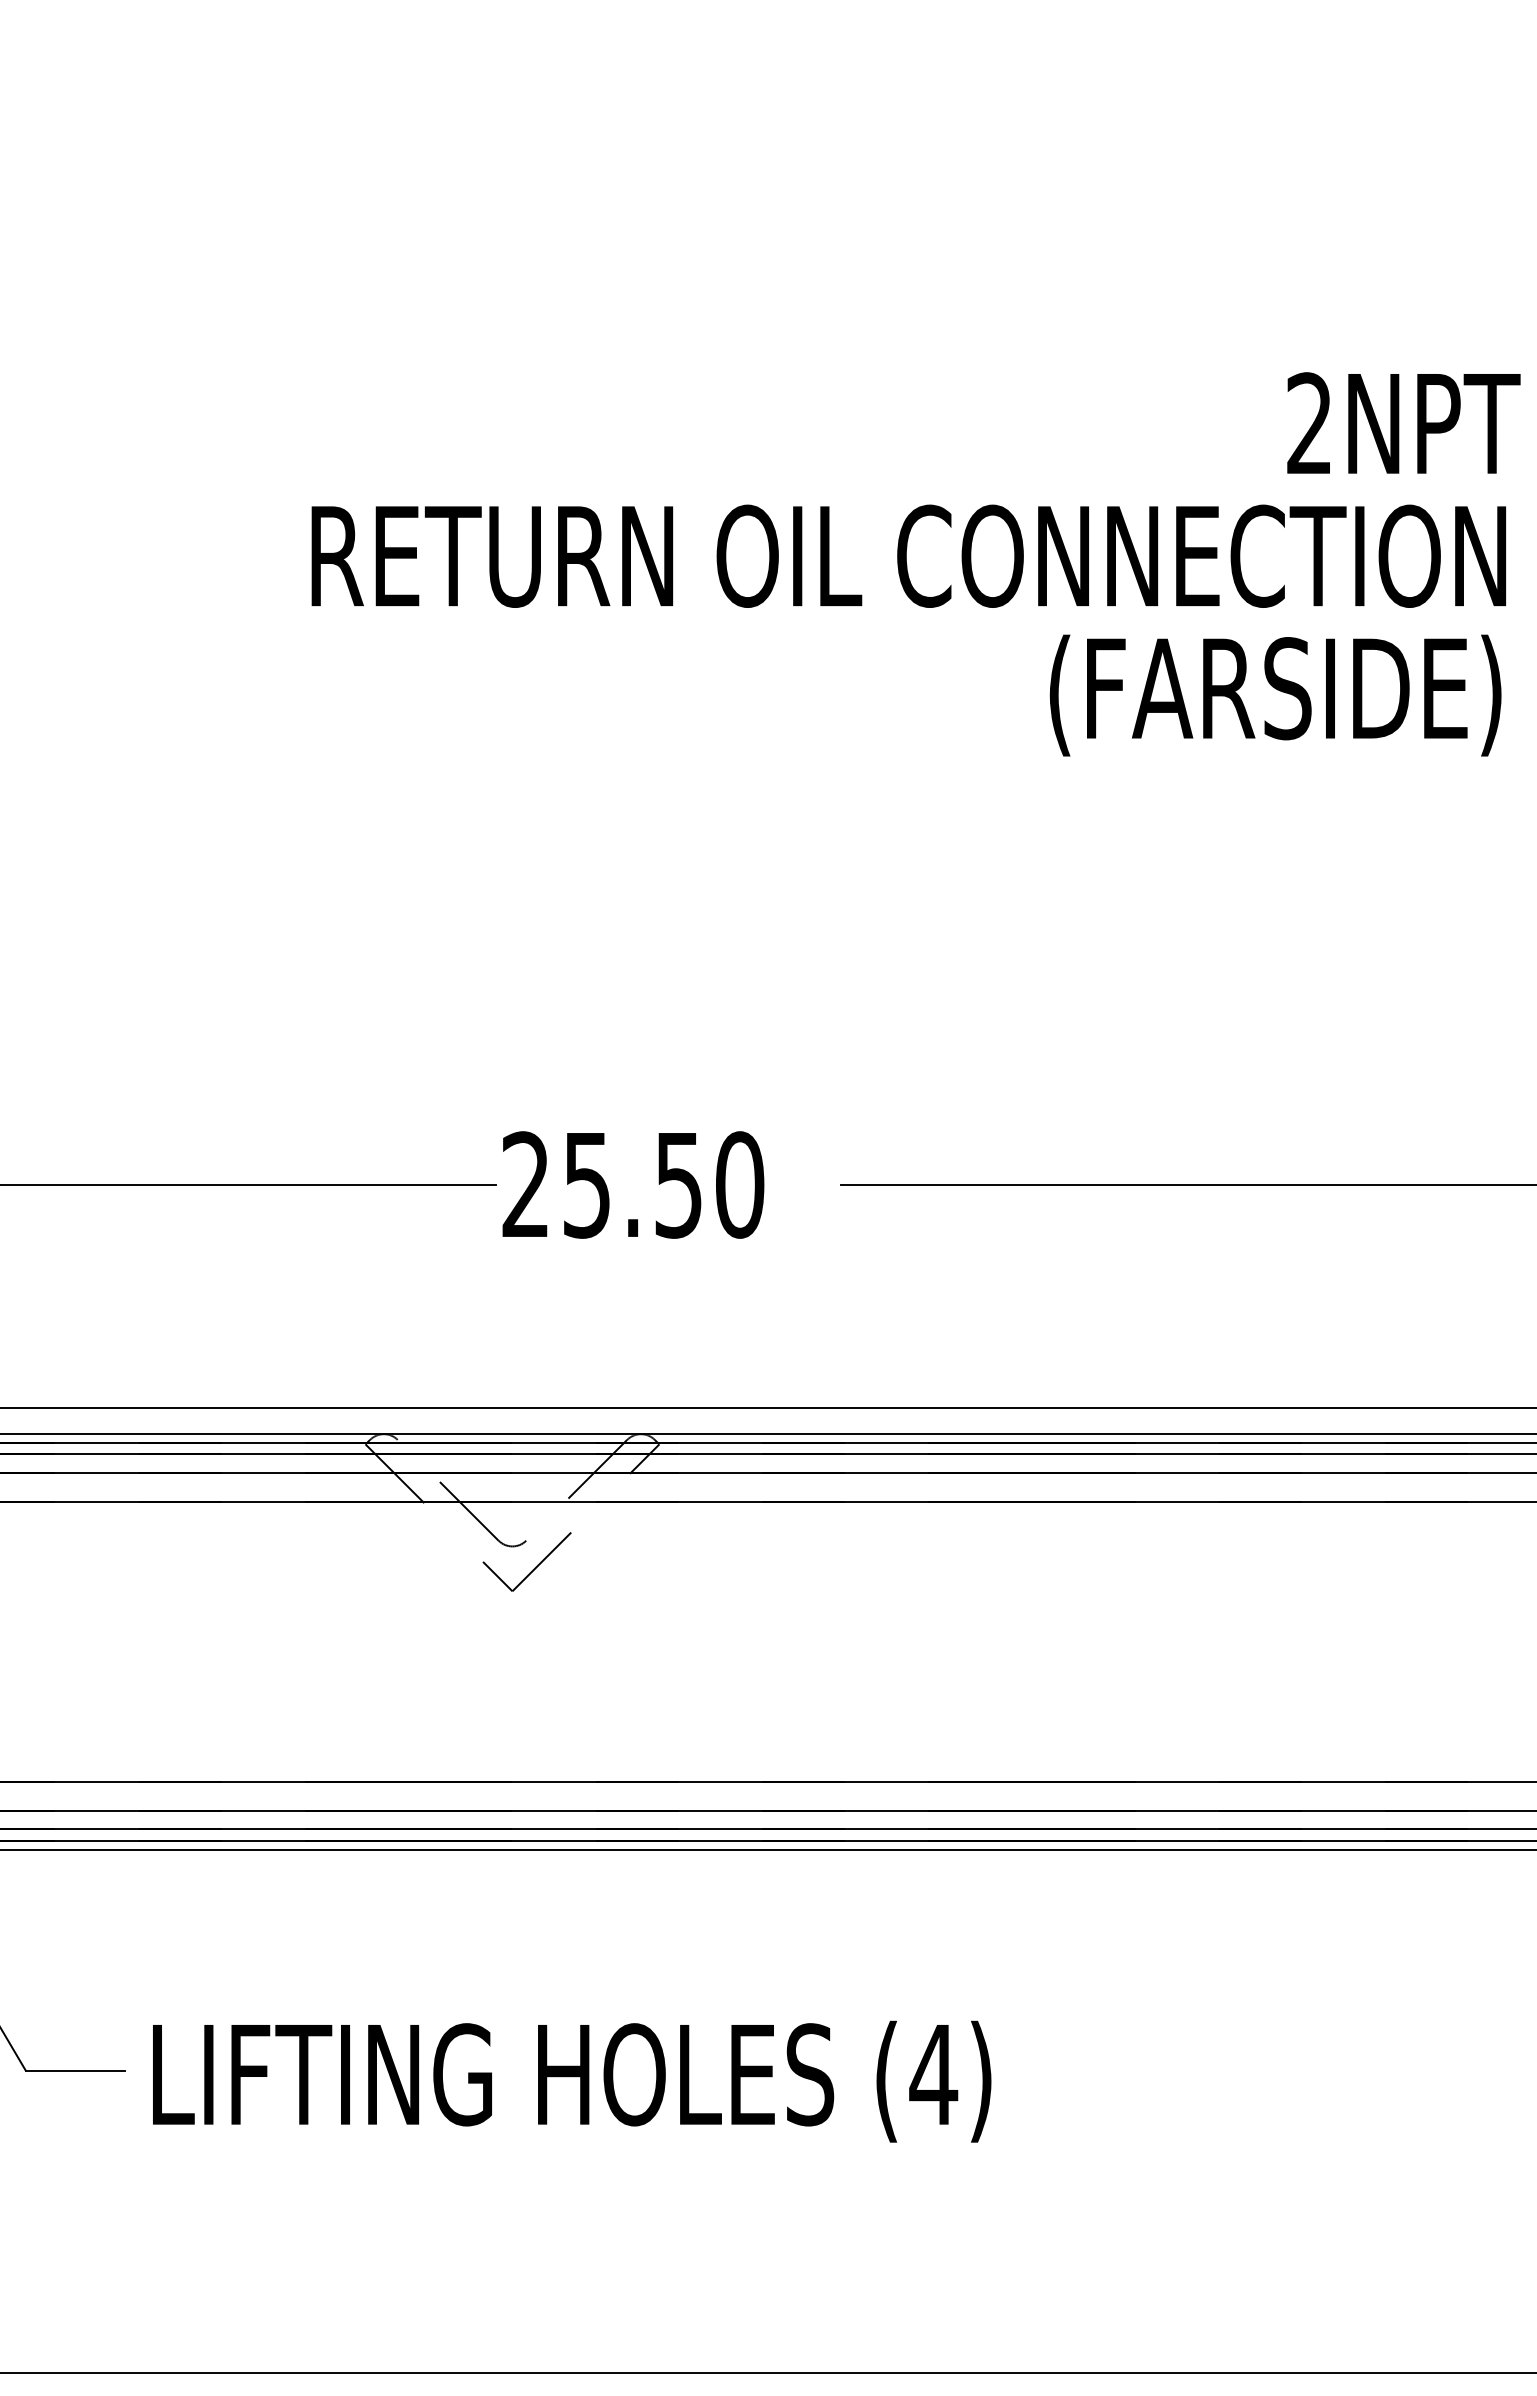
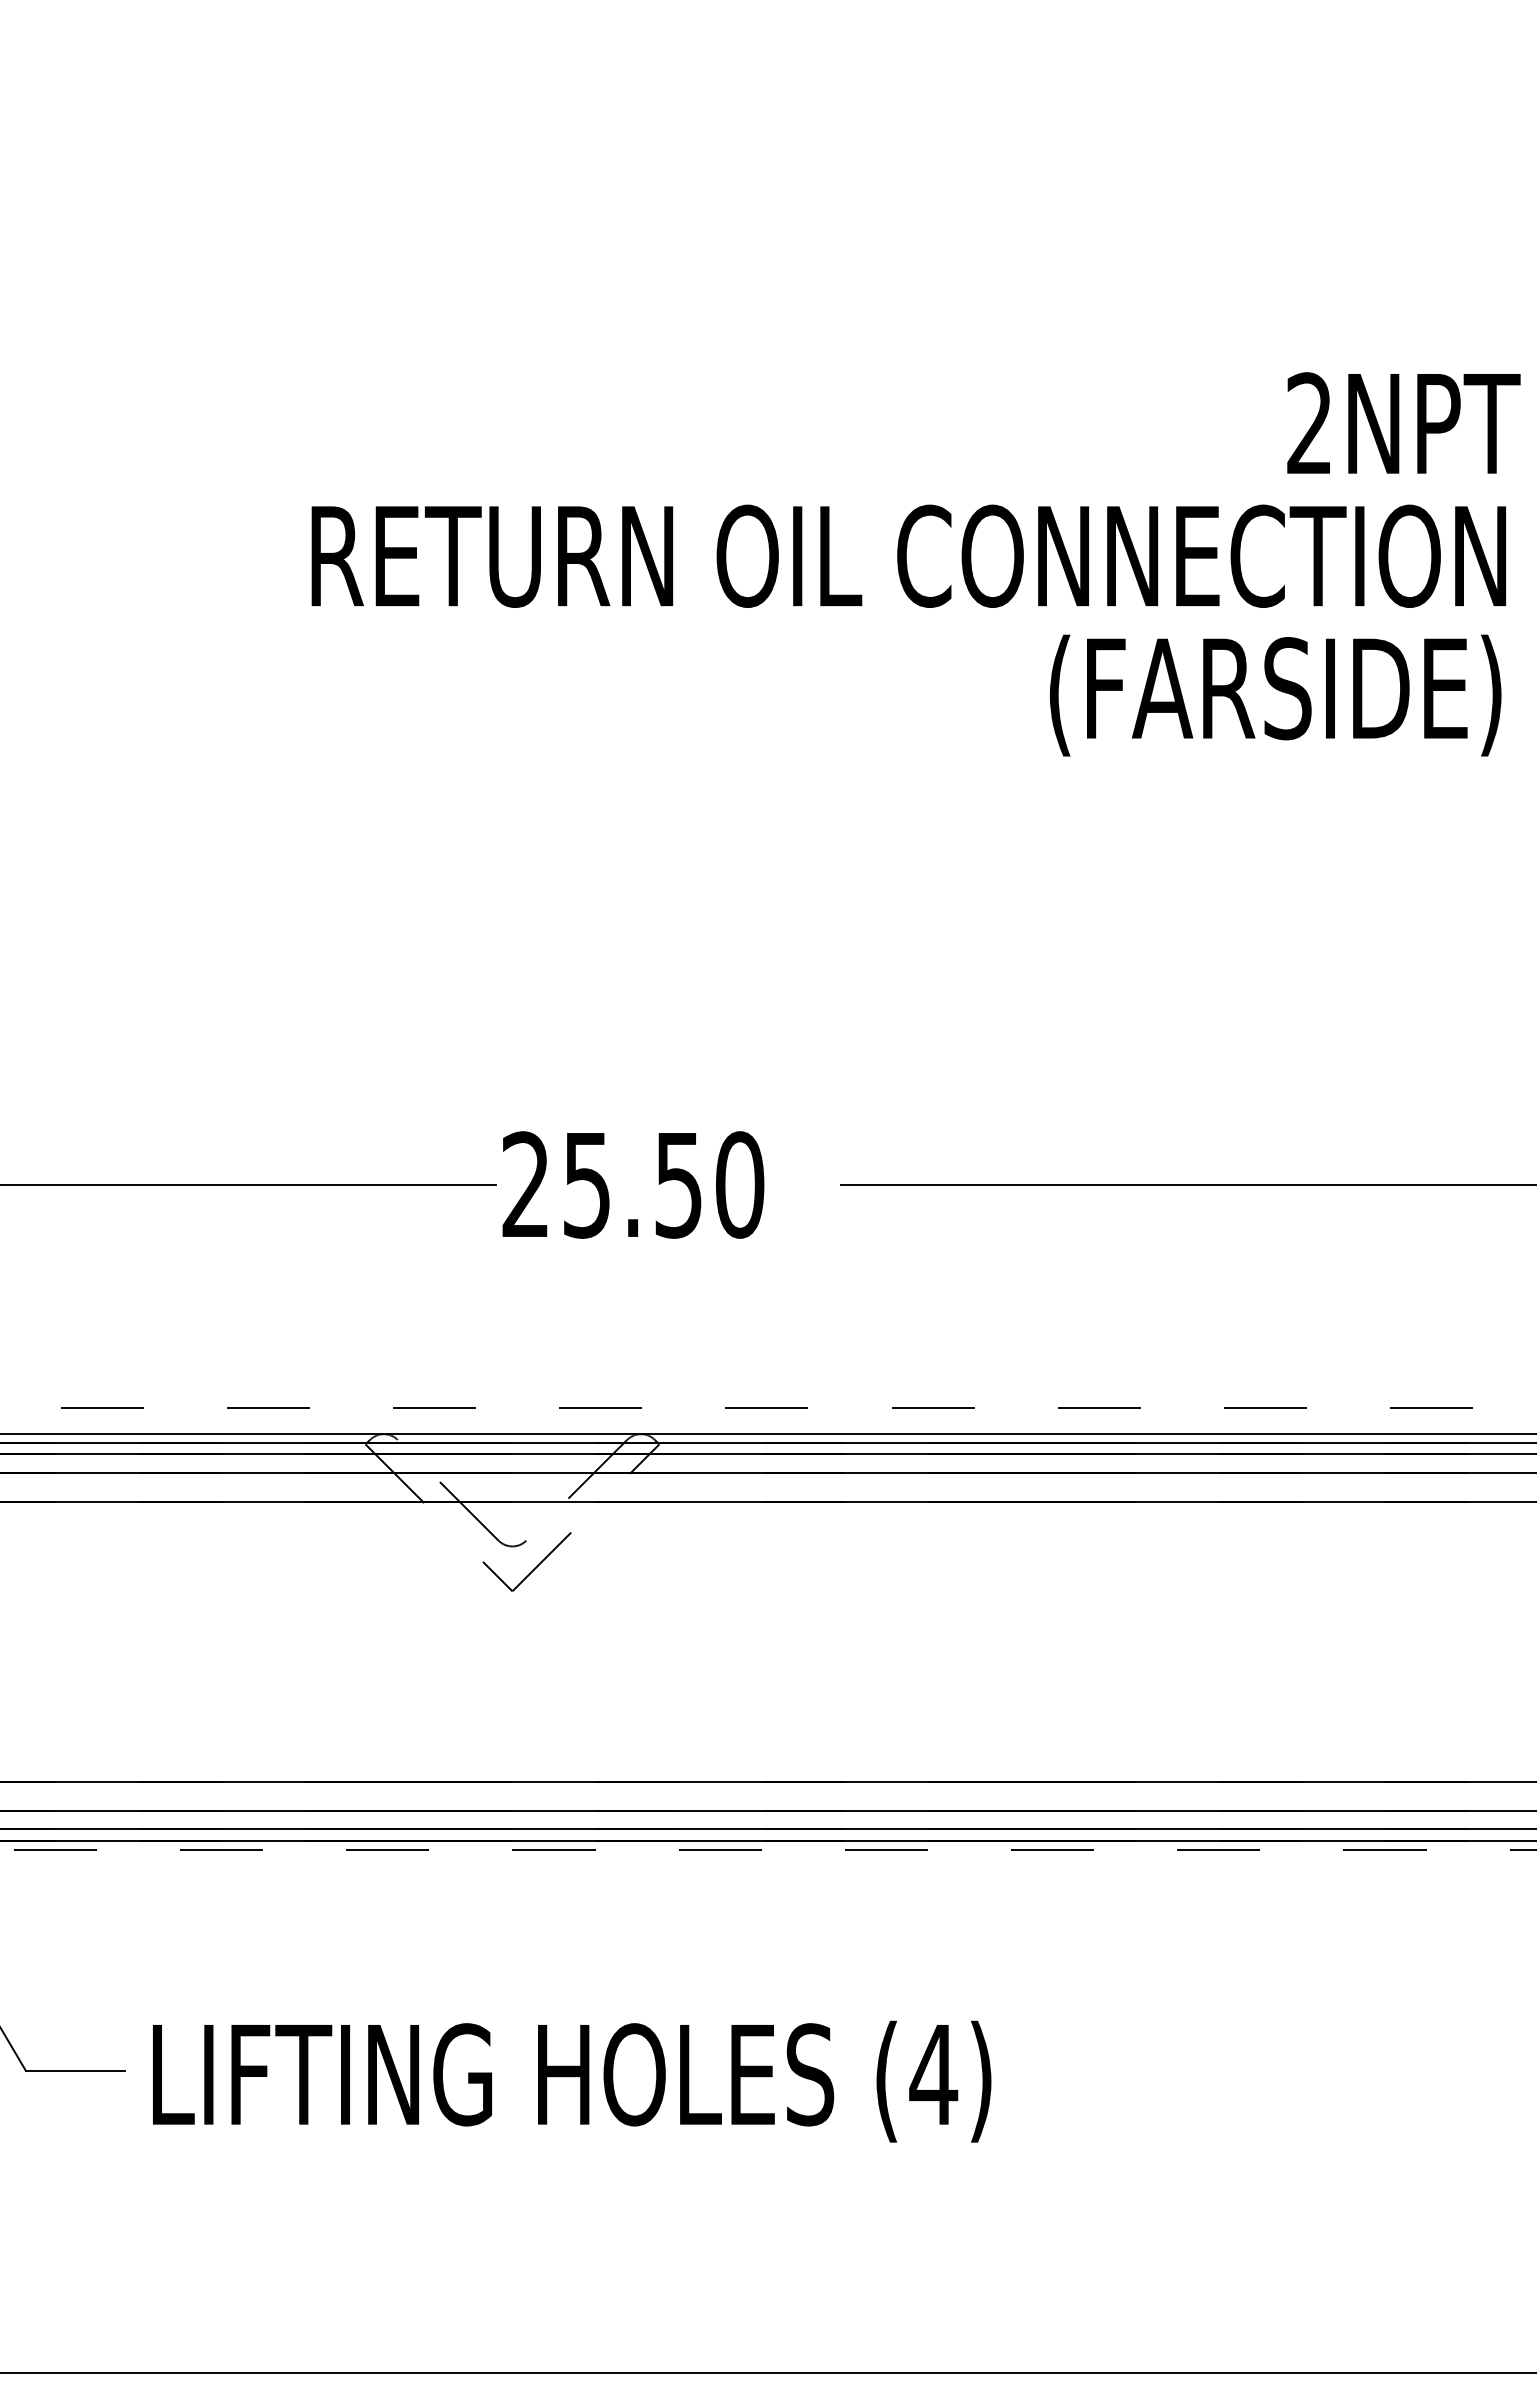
line at (768, 1408): solid -> dashed
line at (768, 1849): solid -> dashed
